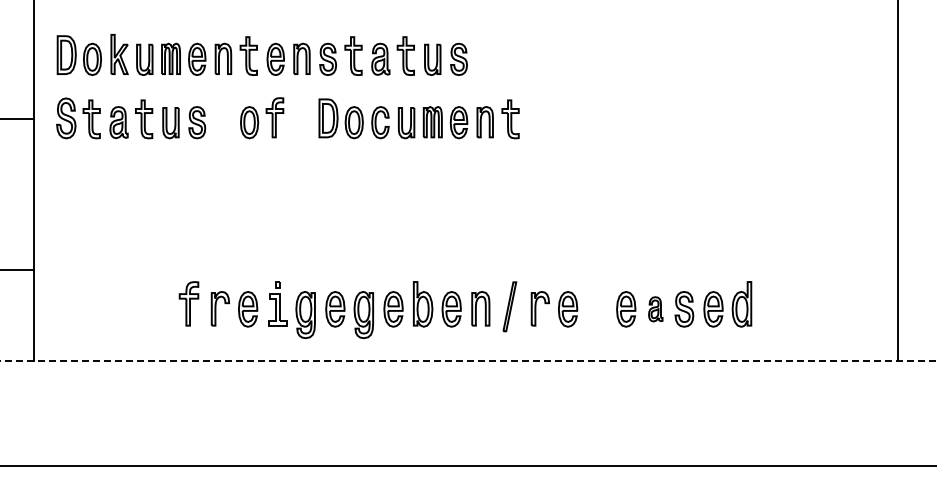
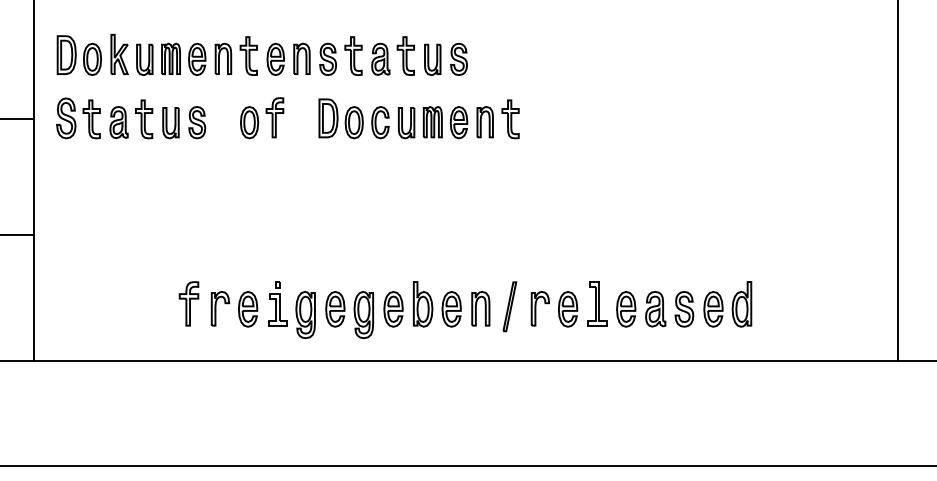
line at (18, 269) position: (18, 269) -> (18, 234)
part at (597, 303): none -> present
part at (655, 309) size: 16x27 px -> 22x37 px
line at (467, 361): dashed -> solid
